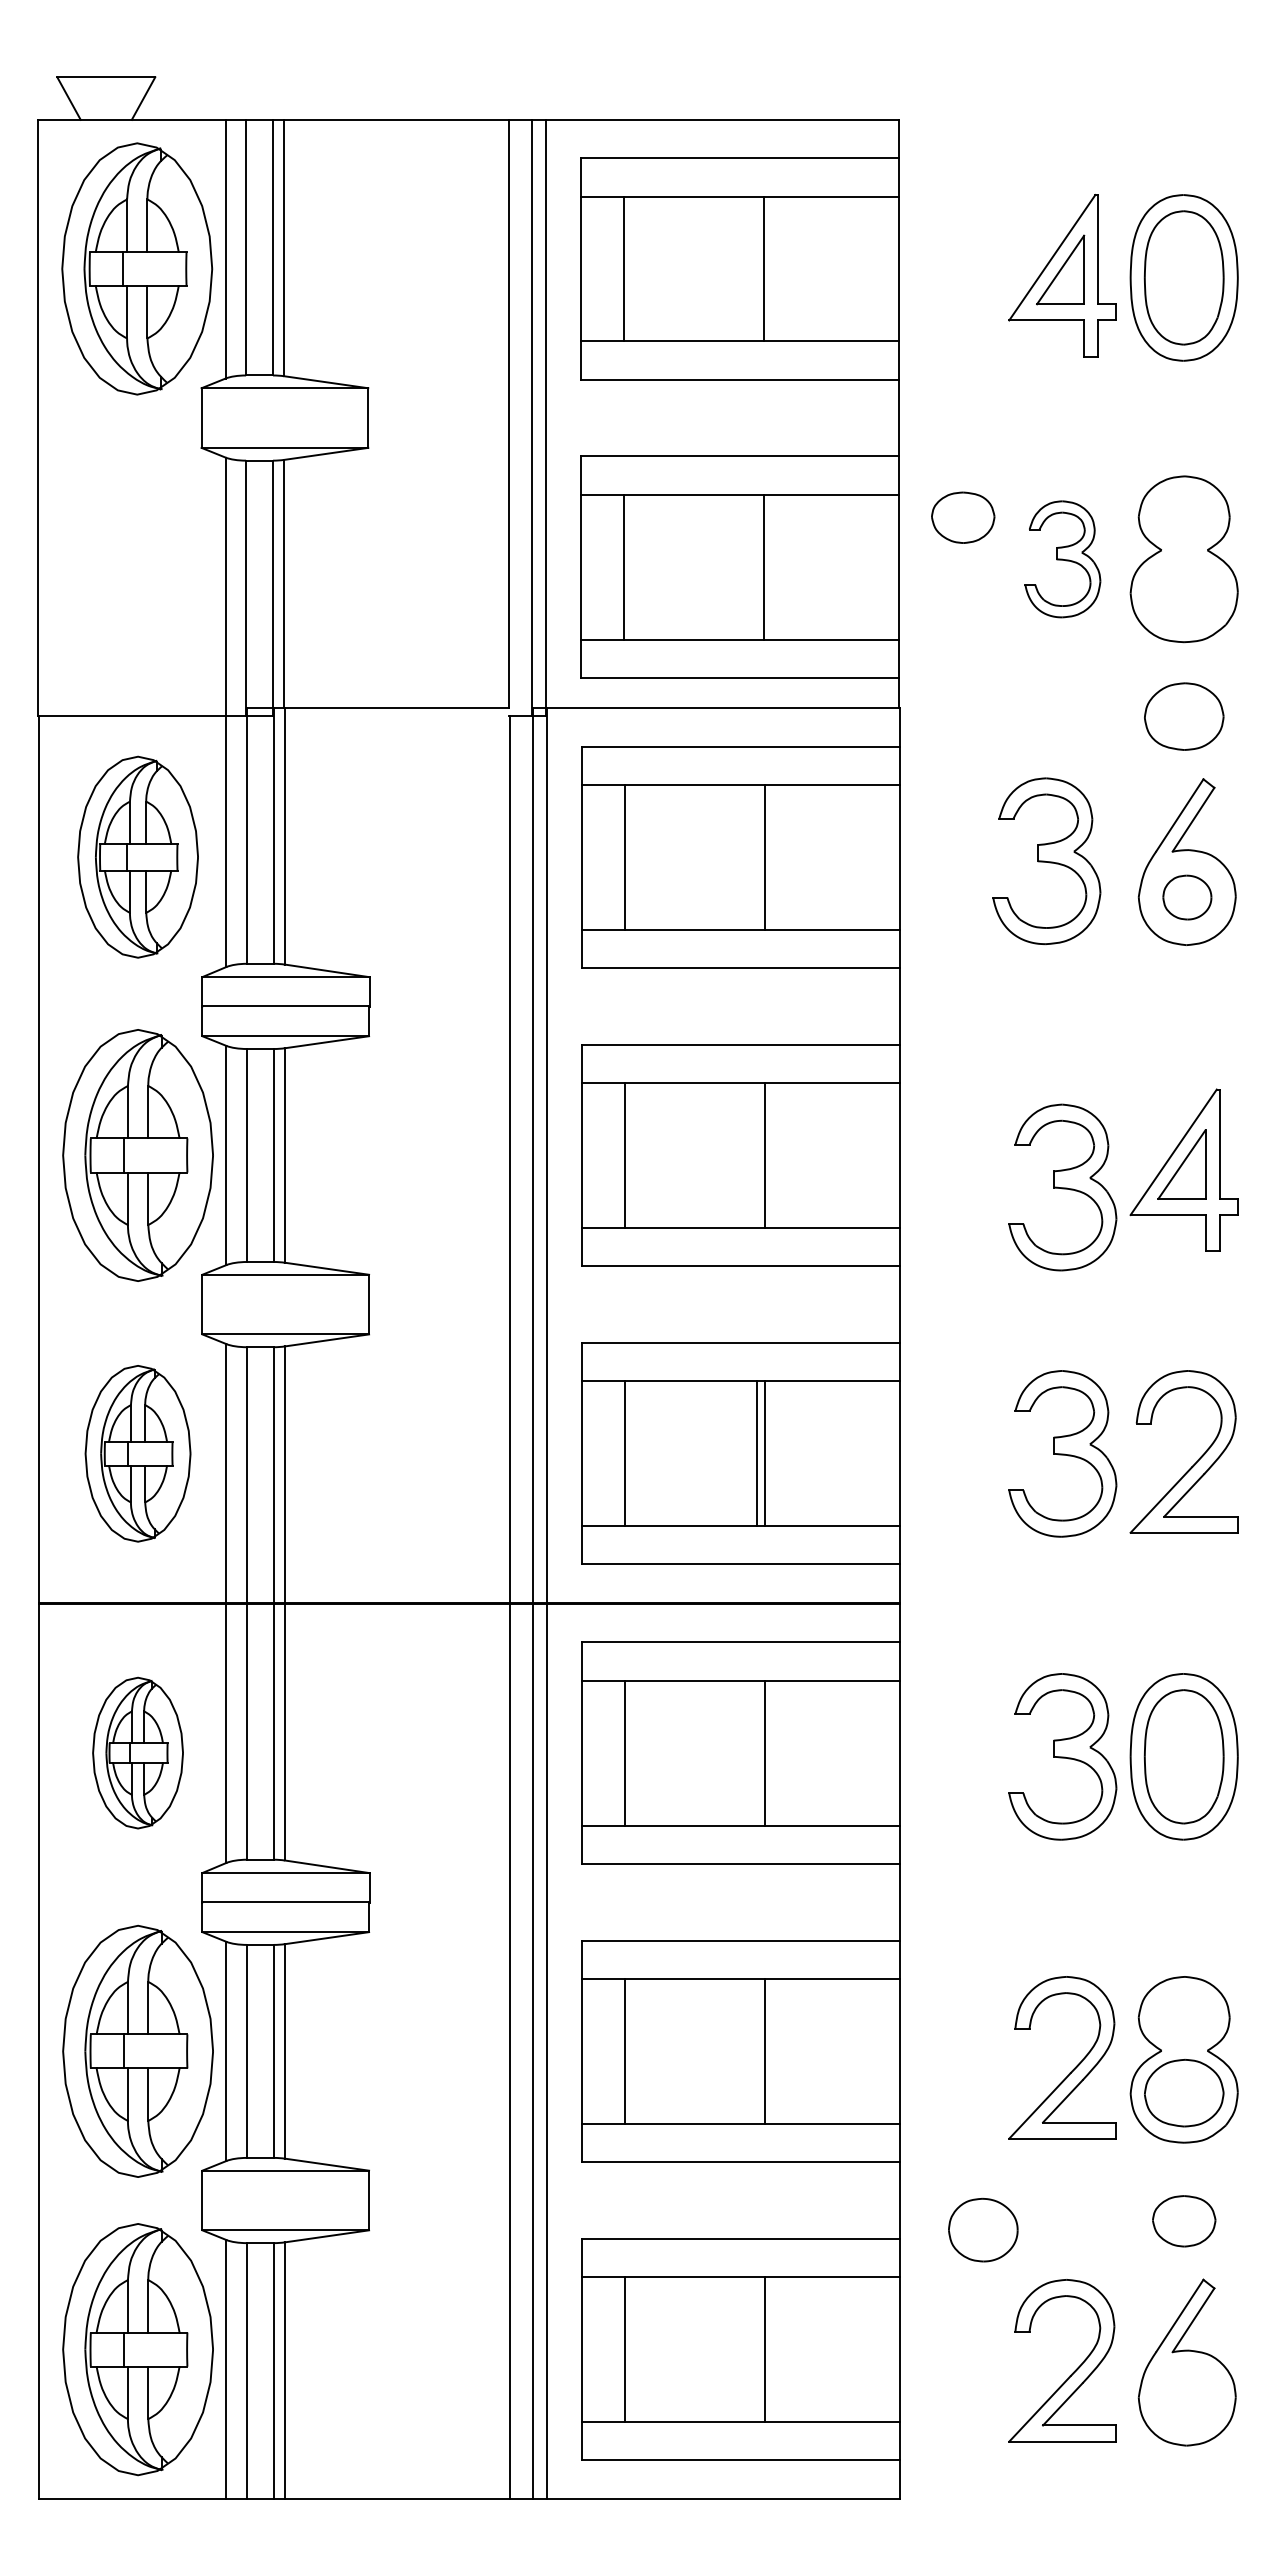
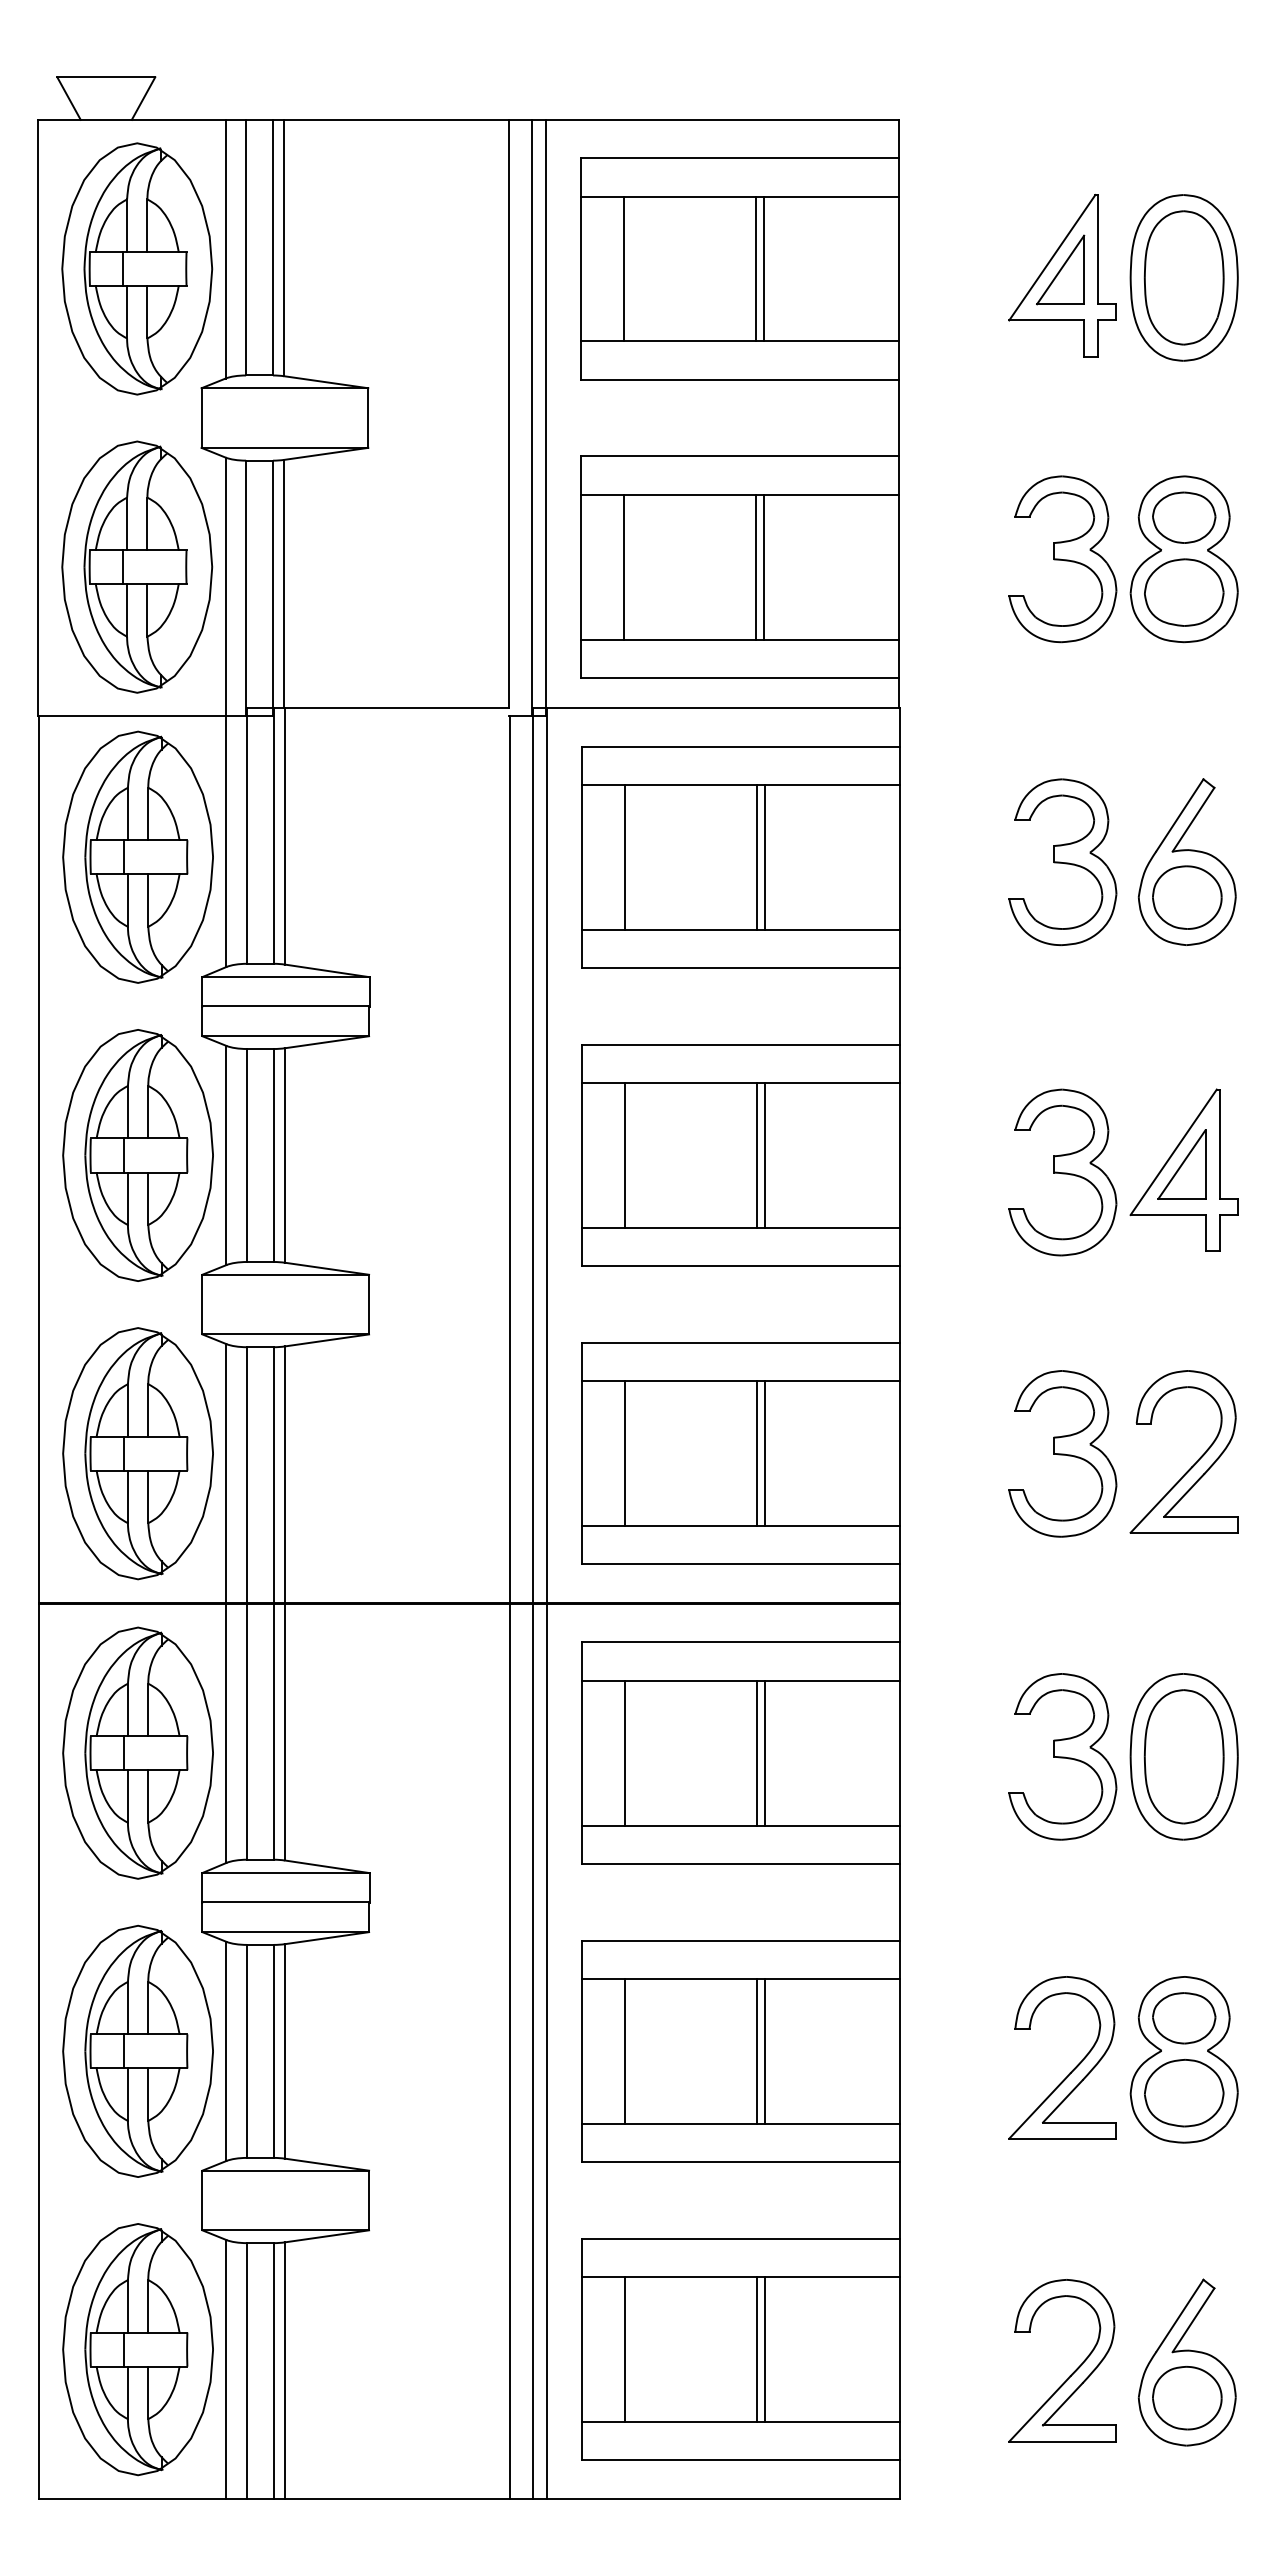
line at (755, 268): none -> present
part at (963, 517) position: (963, 517) -> (1184, 517)
part at (1062, 559) size: 78x119 px -> 110x169 px
part at (137, 566): none -> present
line at (755, 566): none -> present
part at (1184, 716) position: (1184, 716) -> (1184, 592)
part at (137, 856) size: 122x204 px -> 152x254 px
line at (756, 856): none -> present
part at (1046, 861) position: (1046, 861) -> (1062, 862)
part at (1187, 897) size: 51x47 px -> 71x65 px
line at (756, 1155): none -> present
part at (1062, 1187) position: (1062, 1187) -> (1062, 1172)
part at (137, 1453) size: 108x178 px -> 152x254 px
part at (137, 1752) size: 92x154 px -> 152x254 px
line at (756, 1752): none -> present
line at (756, 2051): none -> present
part at (1184, 2221) position: (1184, 2221) -> (1184, 2018)
part at (983, 2229) position: (983, 2229) -> (1187, 2397)
line at (756, 2349): none -> present
